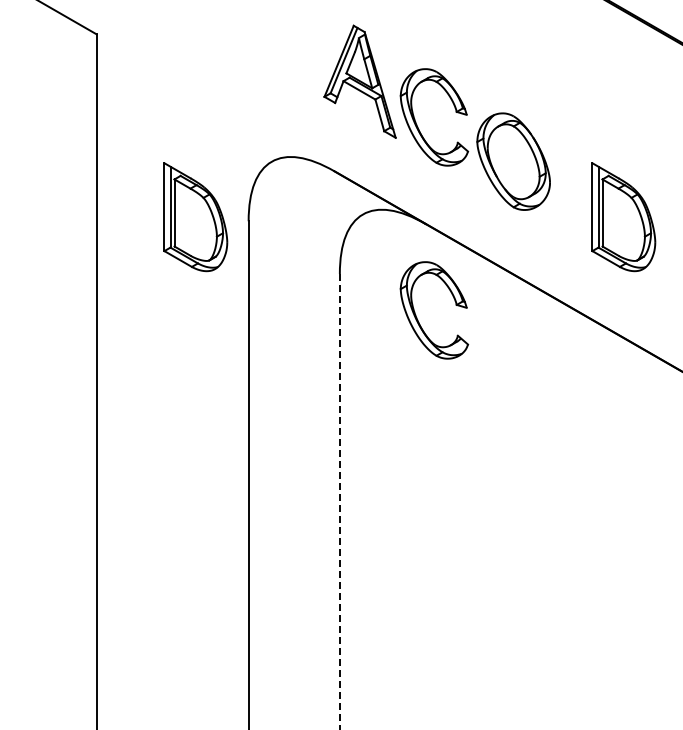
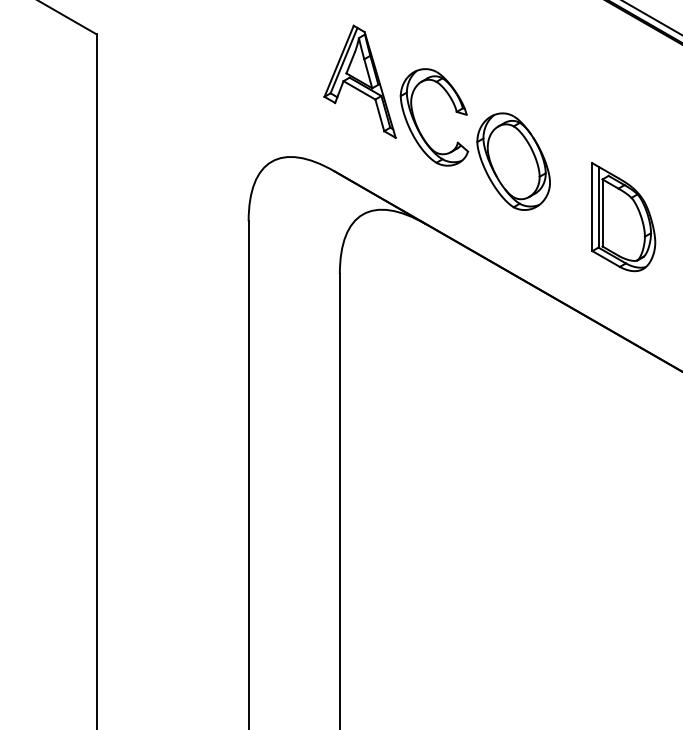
line at (651, 17): none -> present
part at (195, 217): present -> none
part at (417, 317): present -> none
line at (339, 502): dashed -> solid
